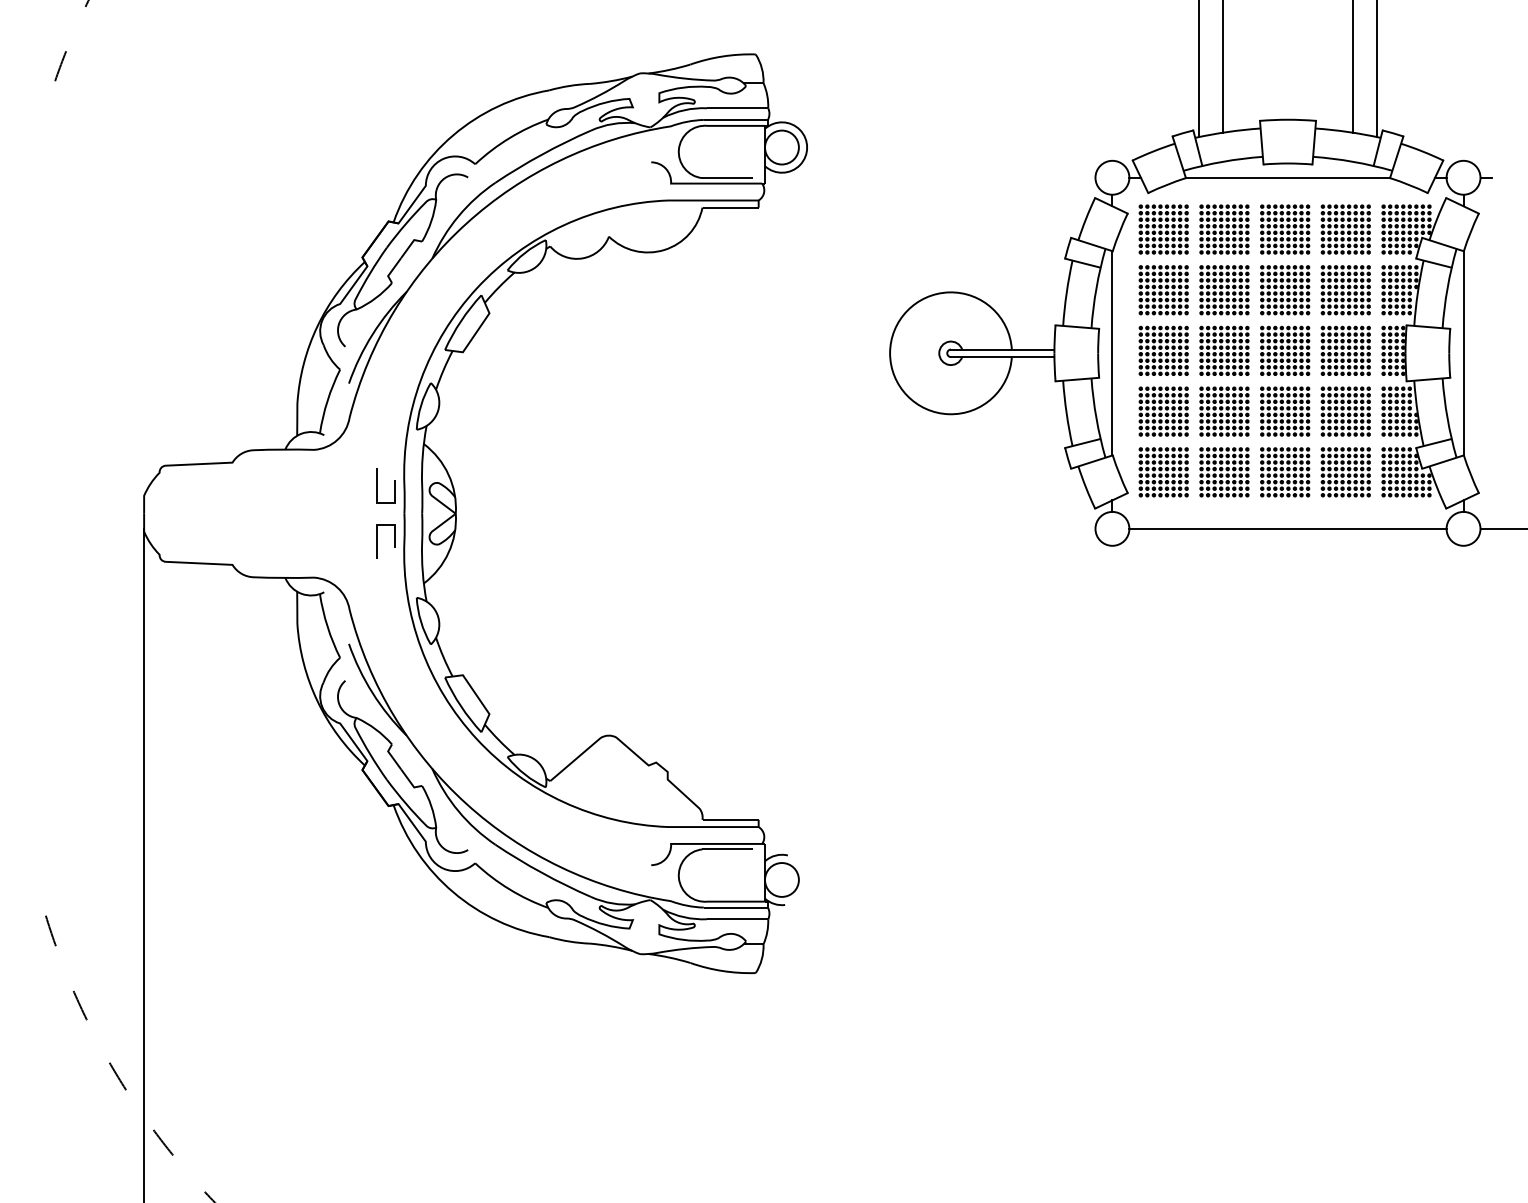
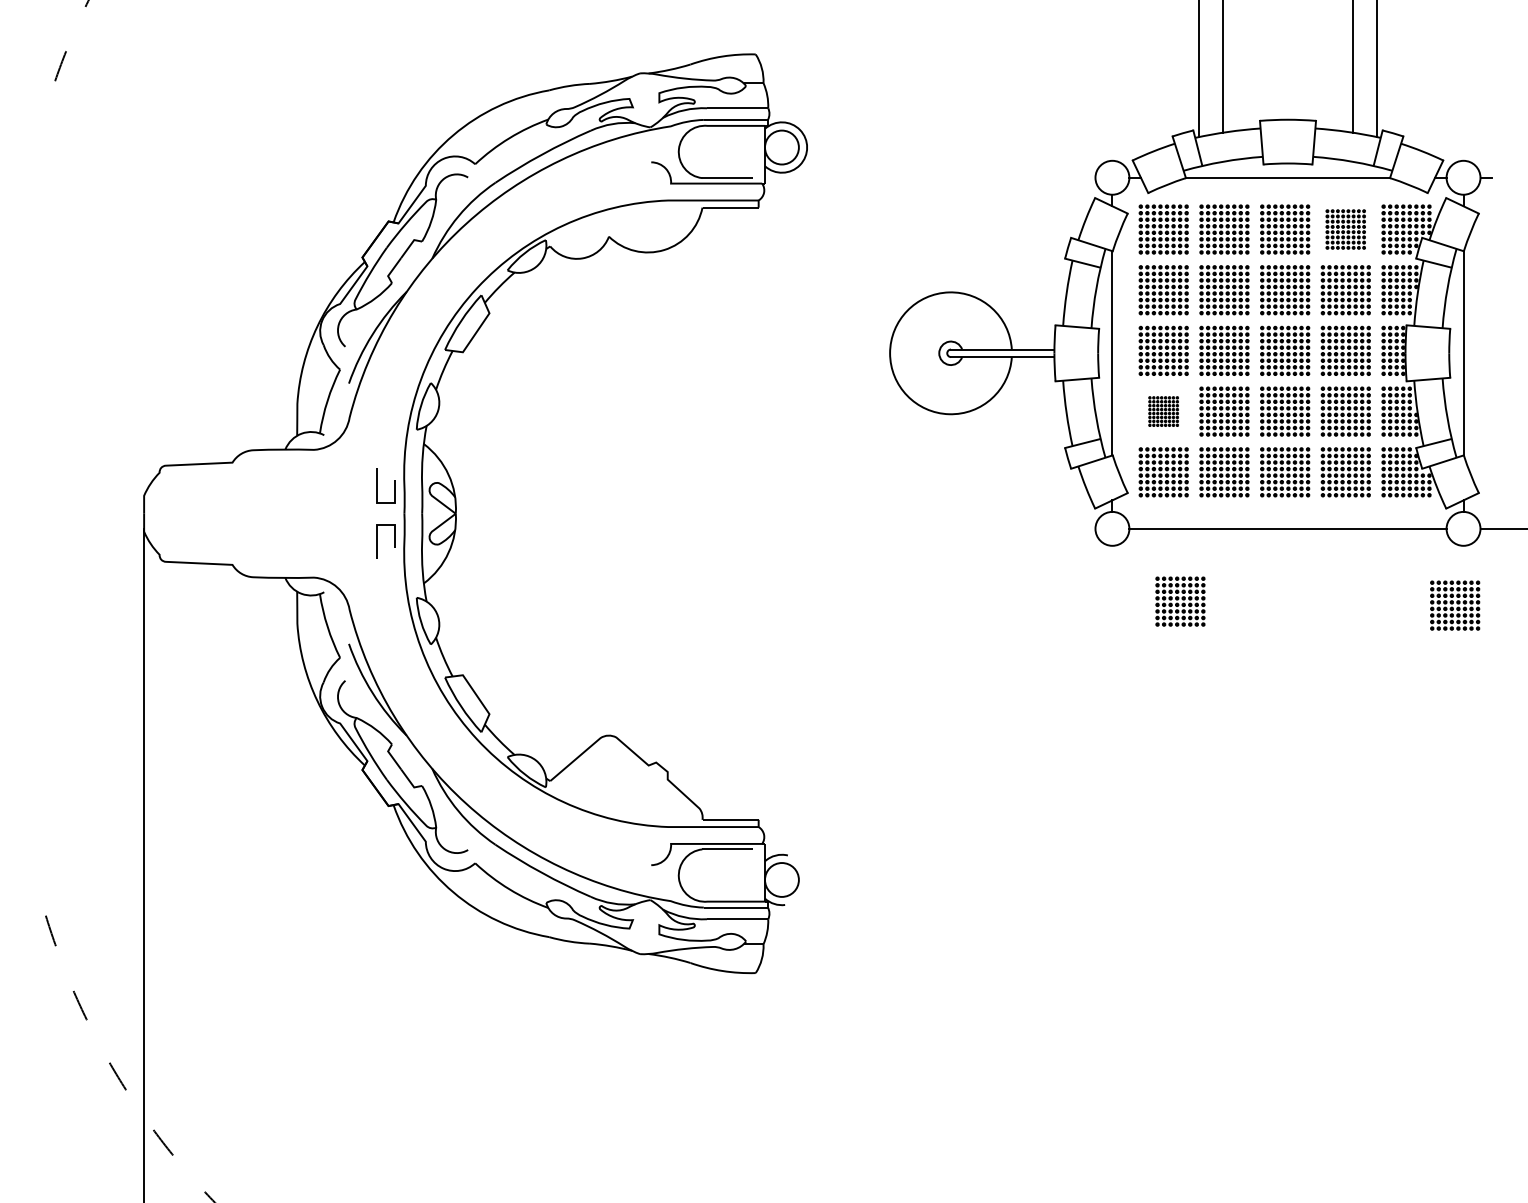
part at (1345, 229) size: 51x51 px -> 41x41 px
part at (1163, 411) size: 51x51 px -> 31x31 px
part at (1180, 601): none -> present
part at (1455, 605): none -> present
